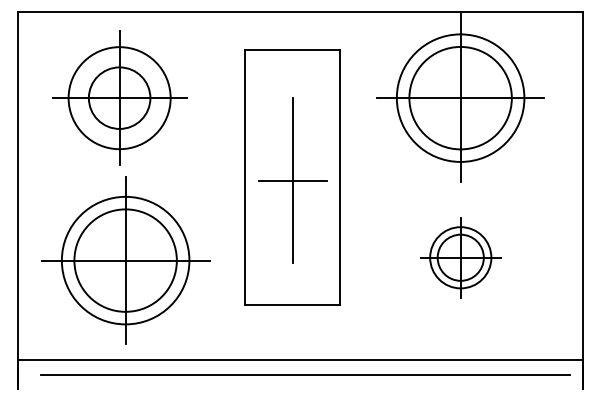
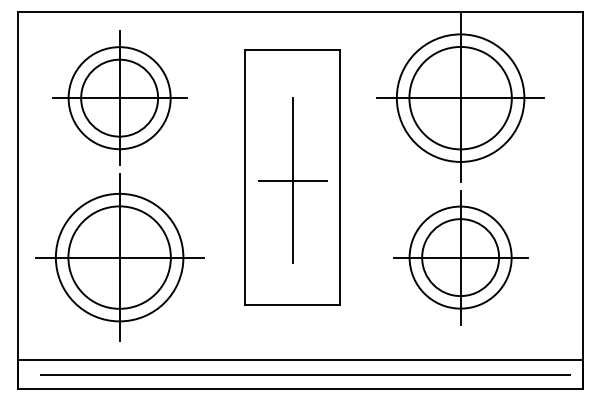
circle at (119, 97) diameter: 62 px -> 77 px
part at (460, 257) size: 82x82 px -> 136x136 px
part at (125, 260) position: (125, 260) -> (119, 257)
line at (300, 388): none -> present
